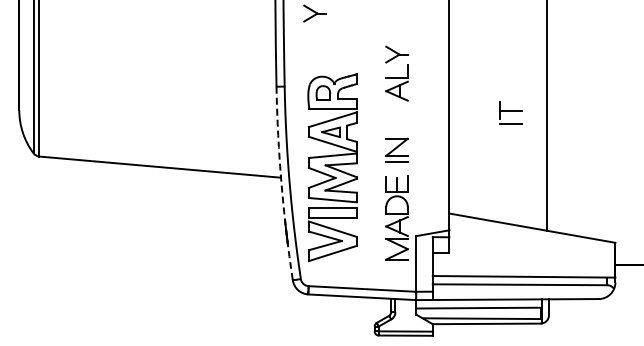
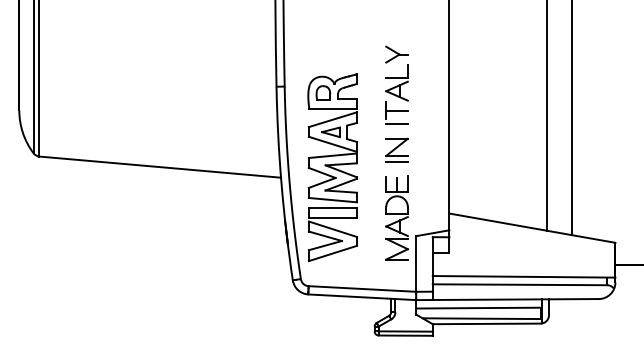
part at (314, 13): present -> none
part at (510, 112) position: (510, 112) -> (396, 112)
line at (572, 118): none -> present
arc at (281, 183): dashed -> solid
